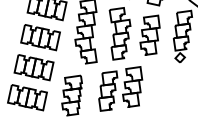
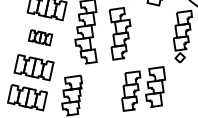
part at (149, 34): present -> none
part at (40, 37) size: 41x28 px -> 26x18 px
part at (120, 88) position: (120, 88) -> (143, 88)
